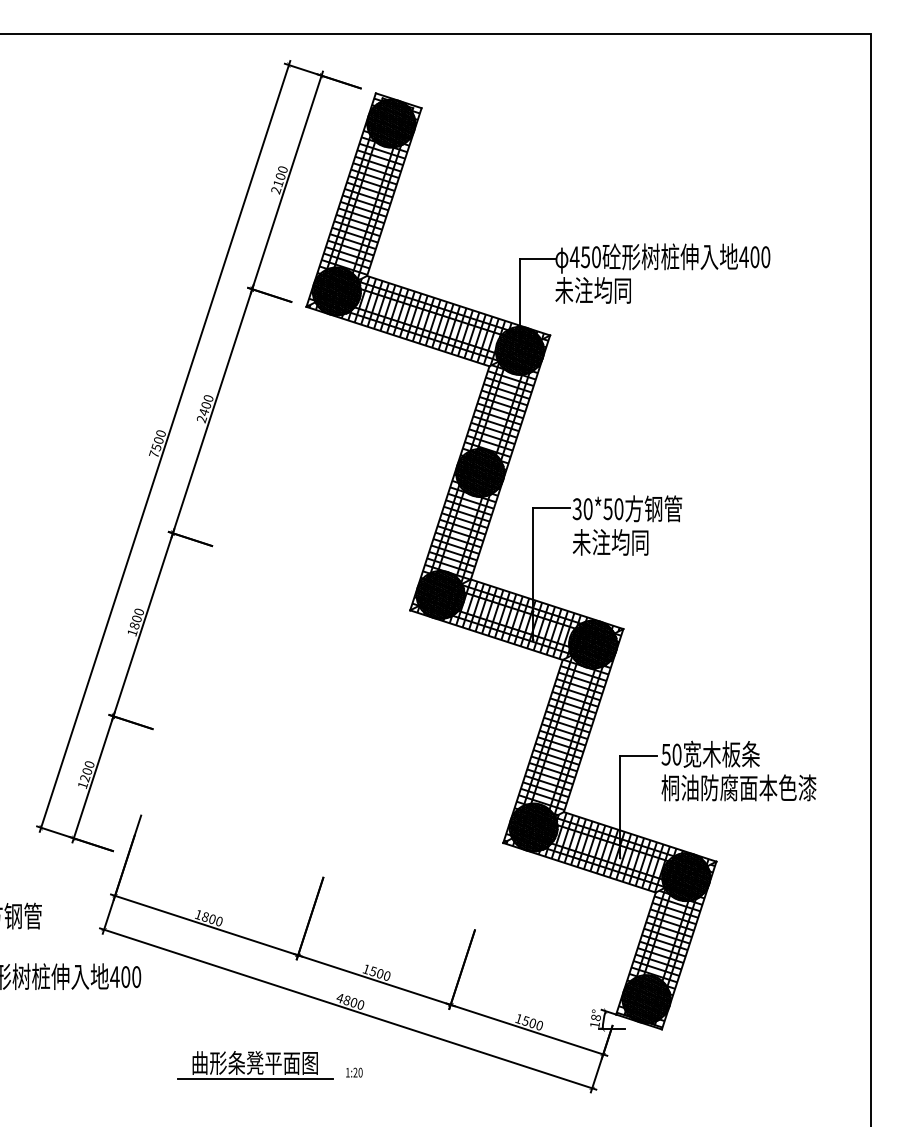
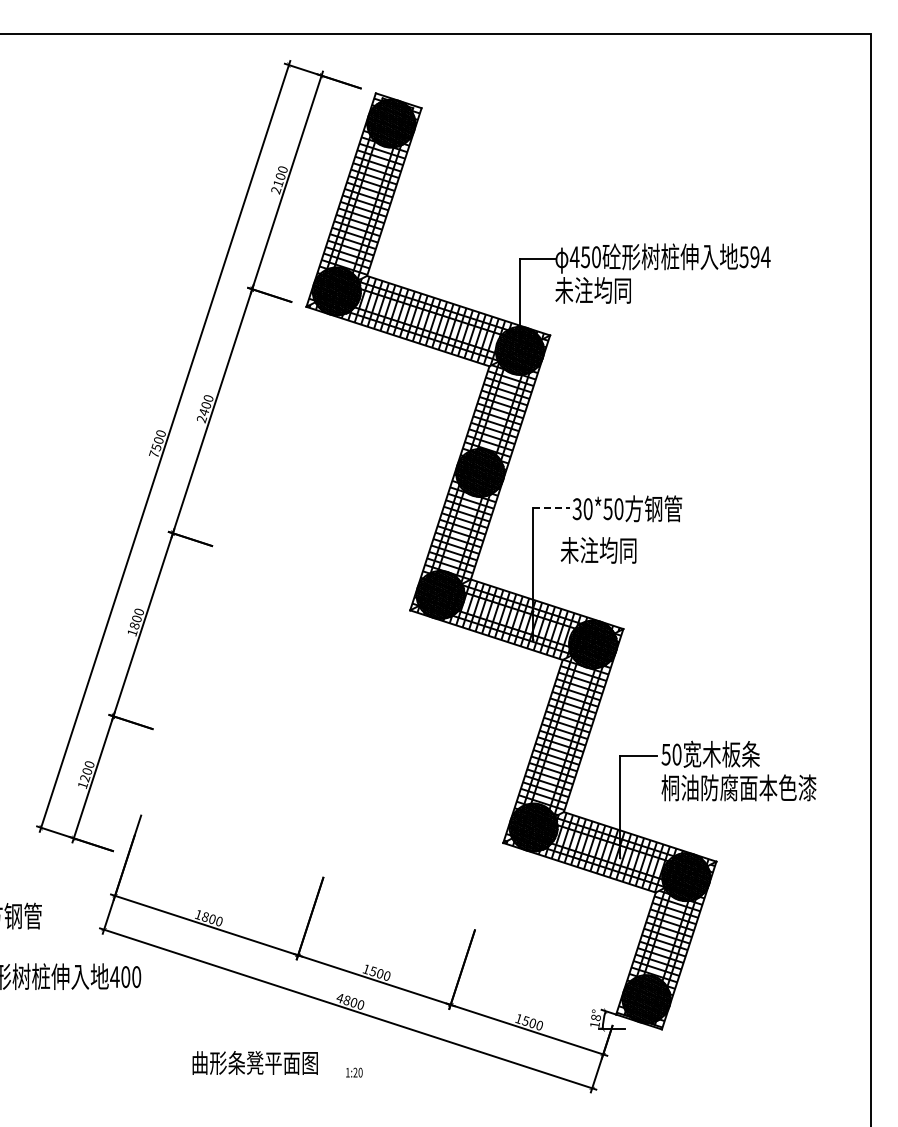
text at (754, 257): 400 -> 594
line at (551, 508): solid -> dashed
text at (610, 542) position: (610, 542) -> (598, 550)
line at (254, 1078): present -> none
